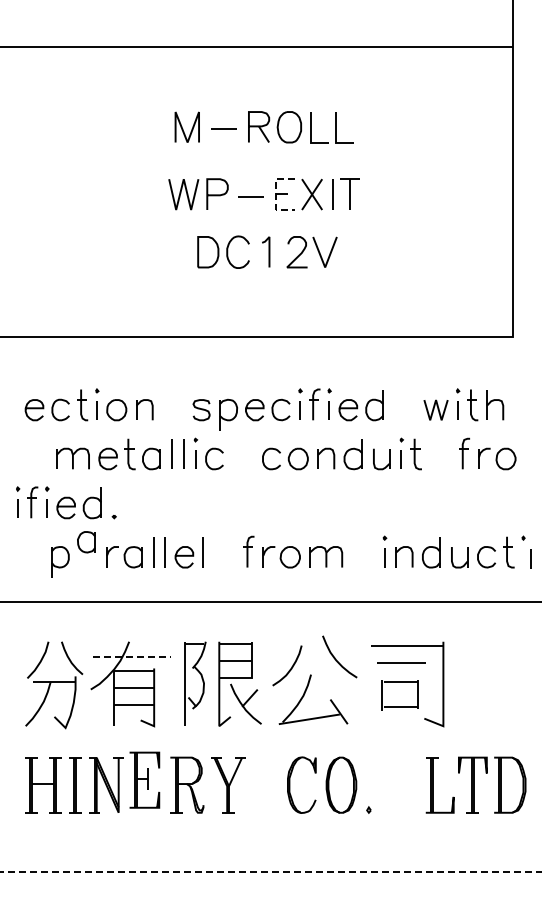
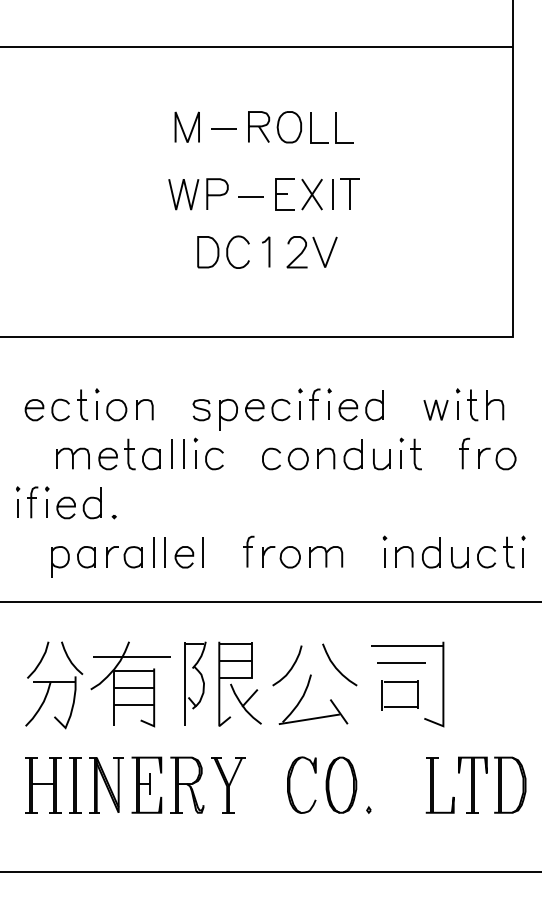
line at (275, 195): dashed -> solid
part at (86, 542) position: (86, 542) -> (86, 557)
line at (530, 558) position: (530, 558) -> (522, 557)
line at (133, 657): dashed -> solid
curve at (335, 657) position: (335, 657) -> (335, 665)
part at (144, 779) position: (144, 779) -> (146, 784)
line at (270, 872): dashed -> solid
